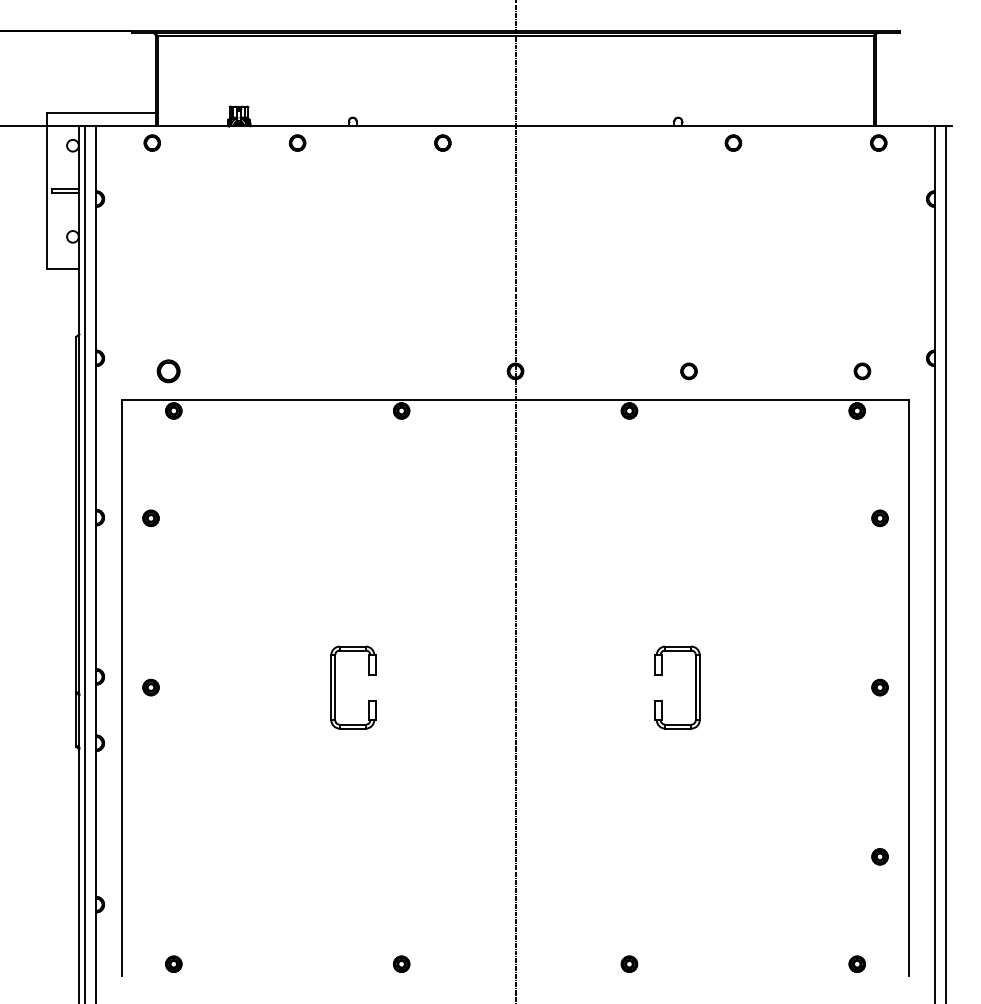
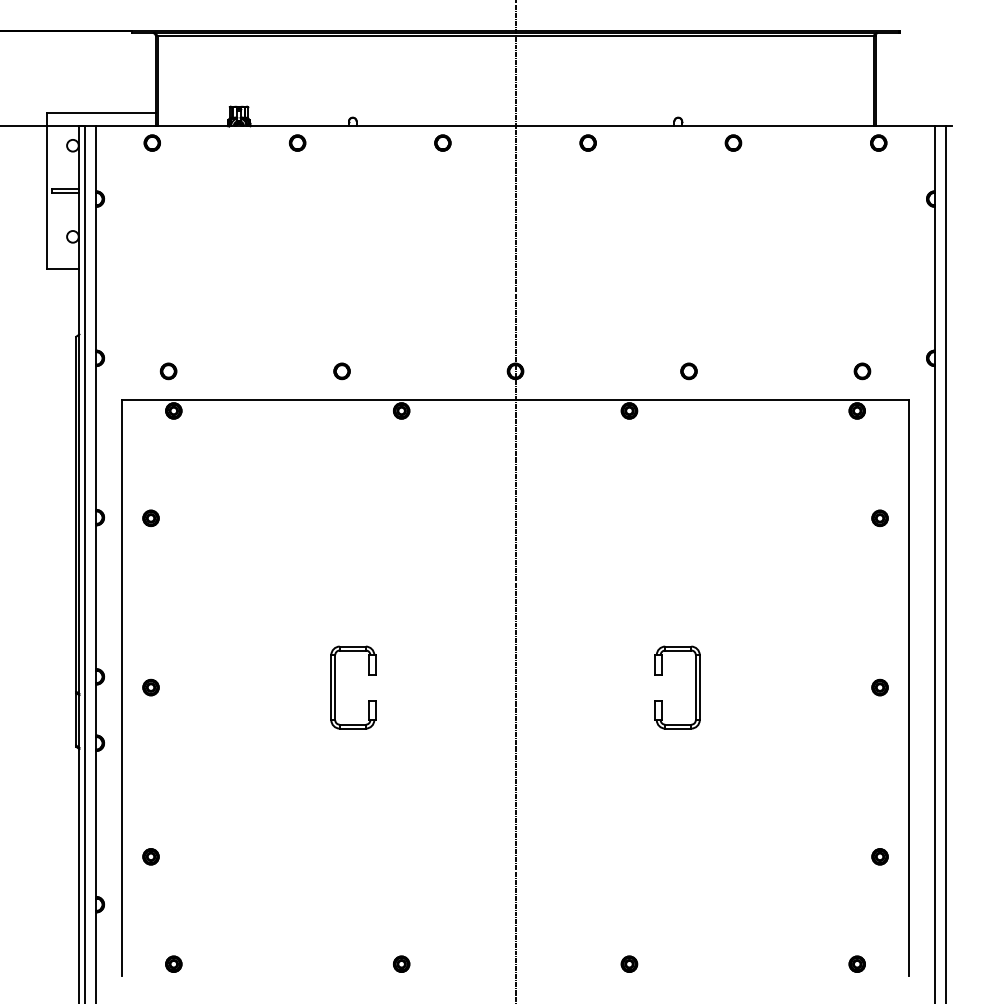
part at (587, 142): none -> present
part at (168, 371) size: 25x25 px -> 19x19 px
part at (341, 371): none -> present
part at (150, 856): none -> present
